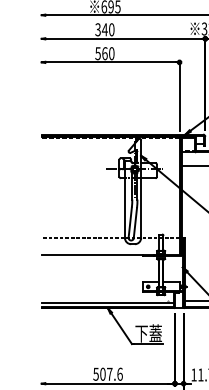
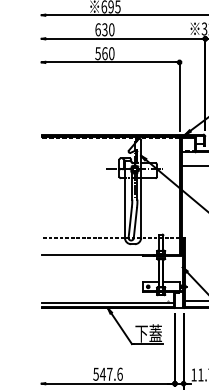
text at (101, 29): 340 -> 630
text at (102, 373): 507.6 -> 547.6
